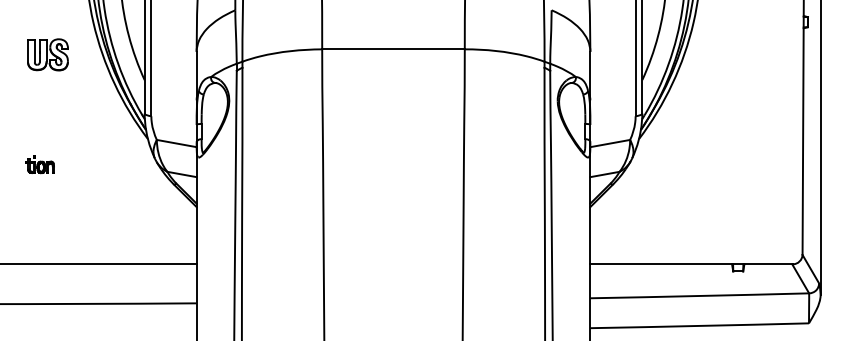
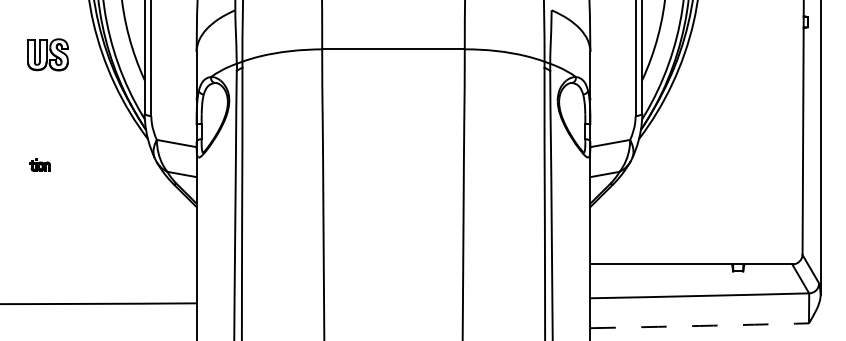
part at (39, 164) size: 30x20 px -> 22x14 px
line at (99, 264): present -> none
arc at (699, 325): solid -> dashed
